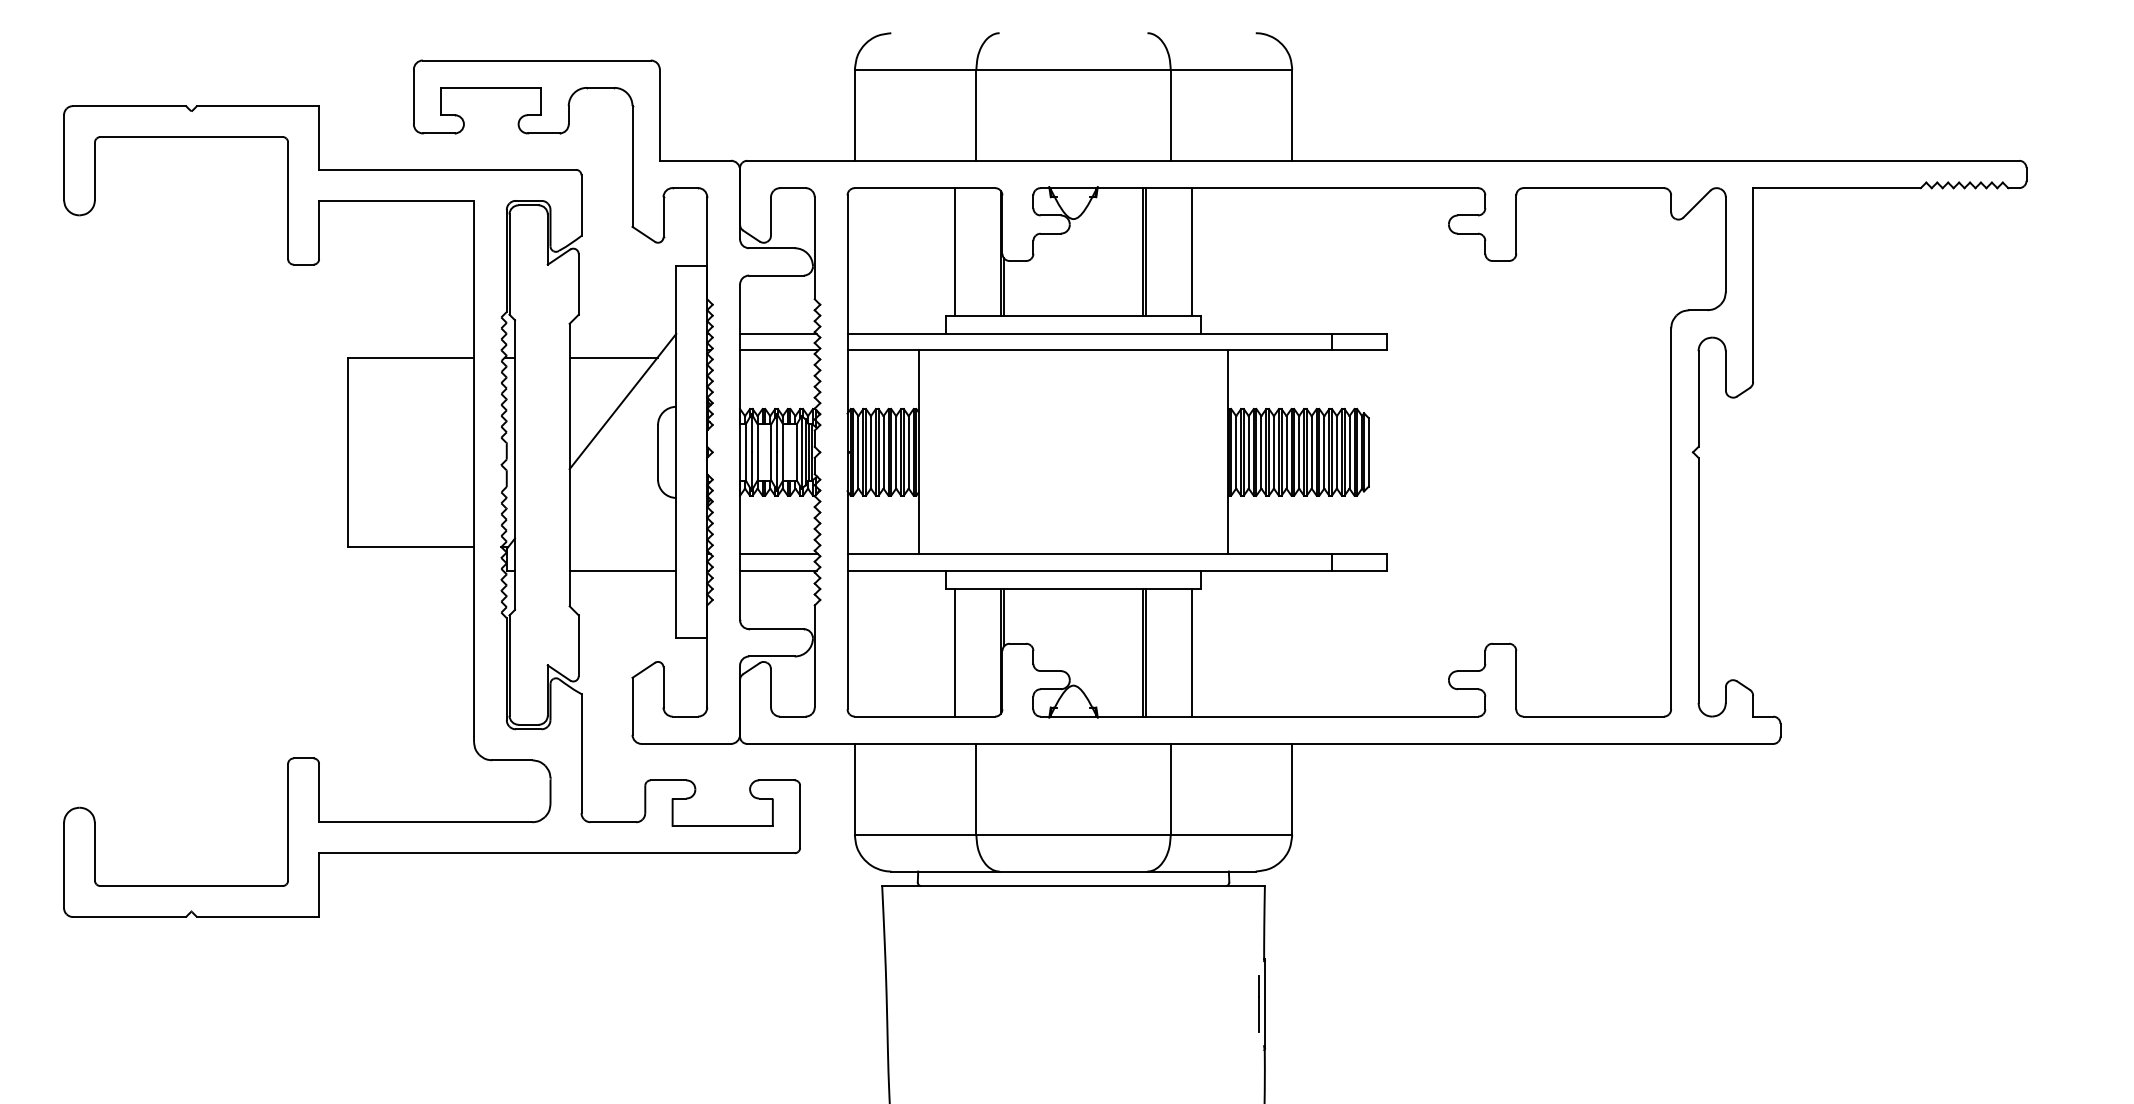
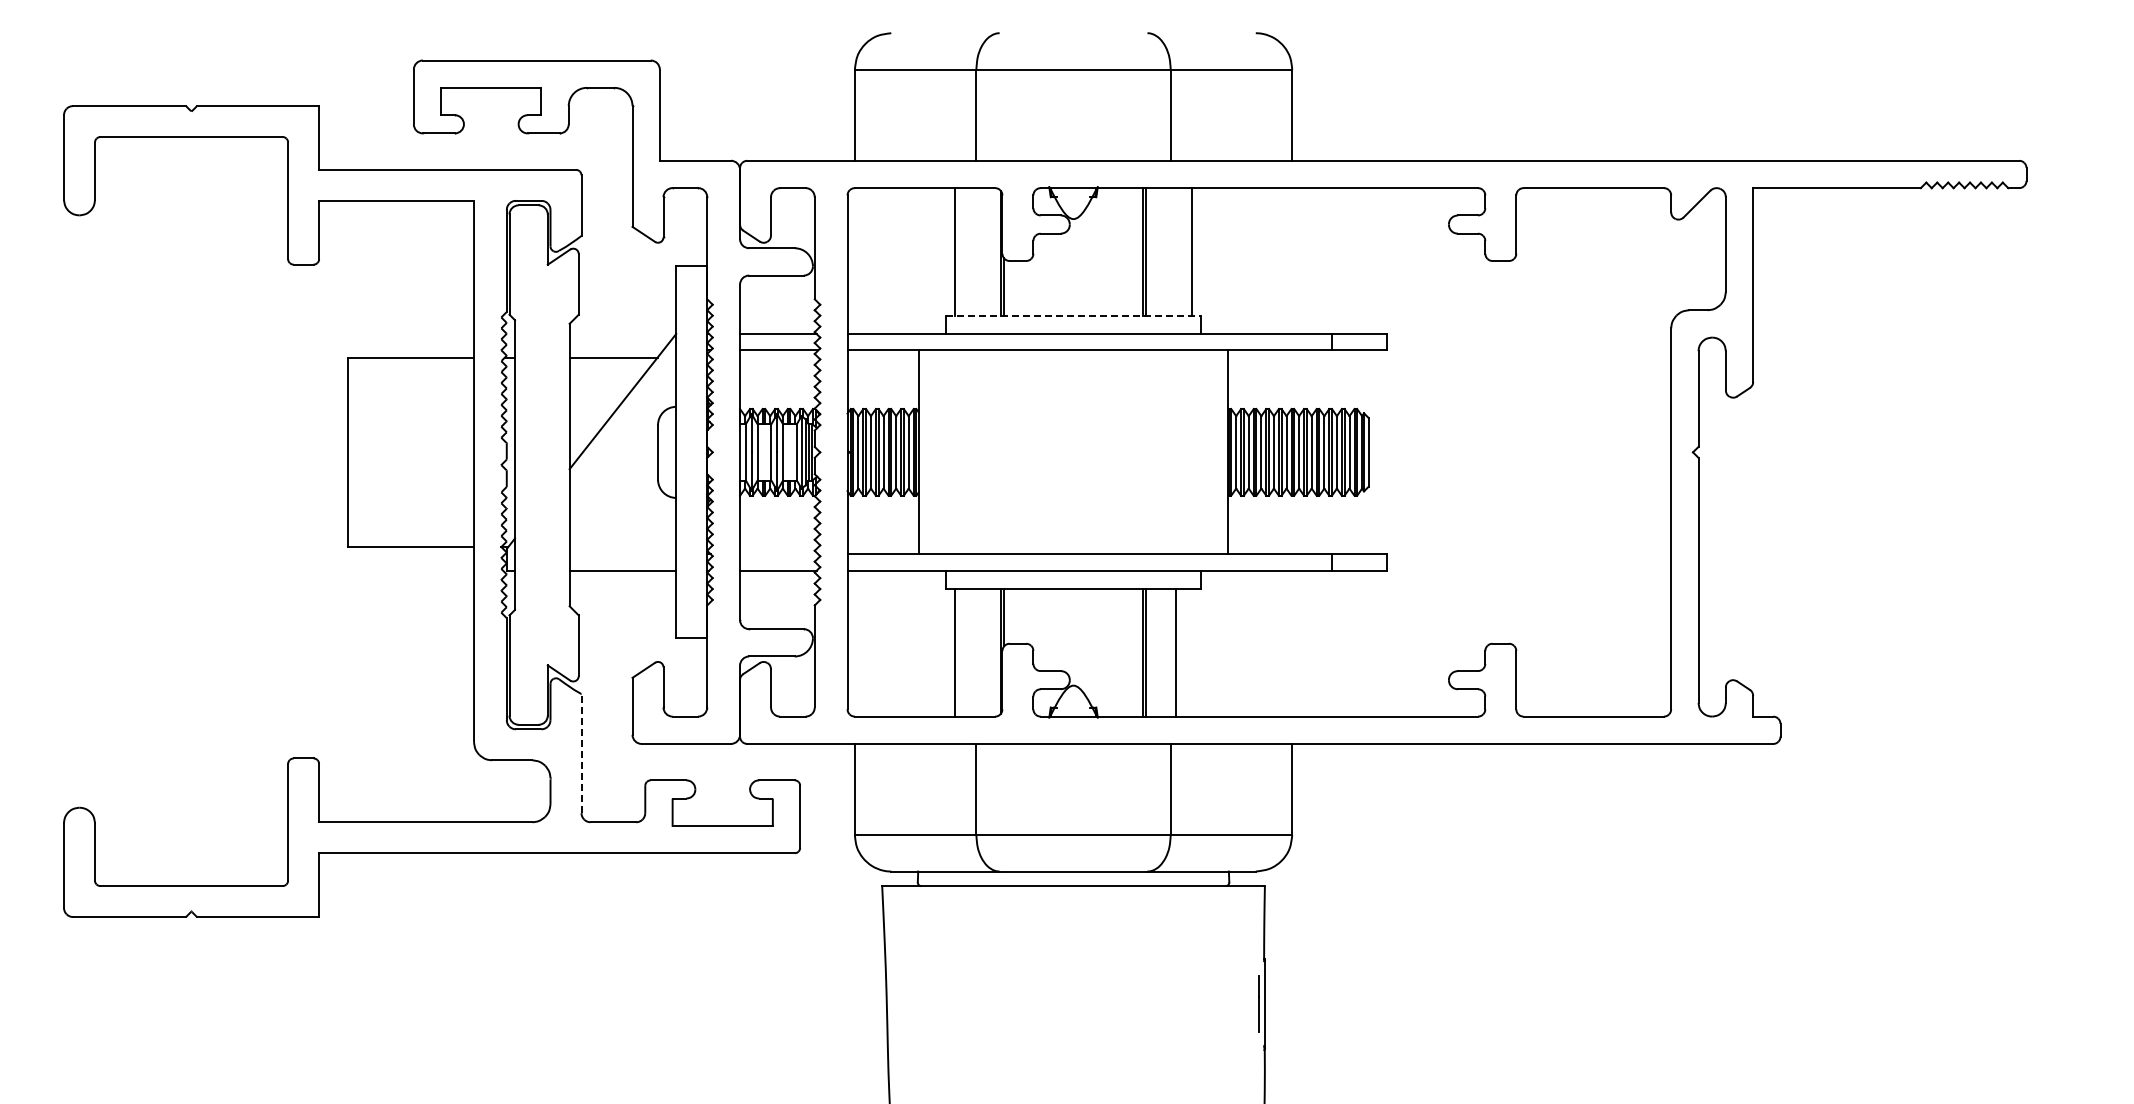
line at (1073, 315): solid -> dashed
line at (779, 554): present -> none
line at (1192, 652) position: (1192, 652) -> (1176, 652)
line at (581, 753): solid -> dashed
